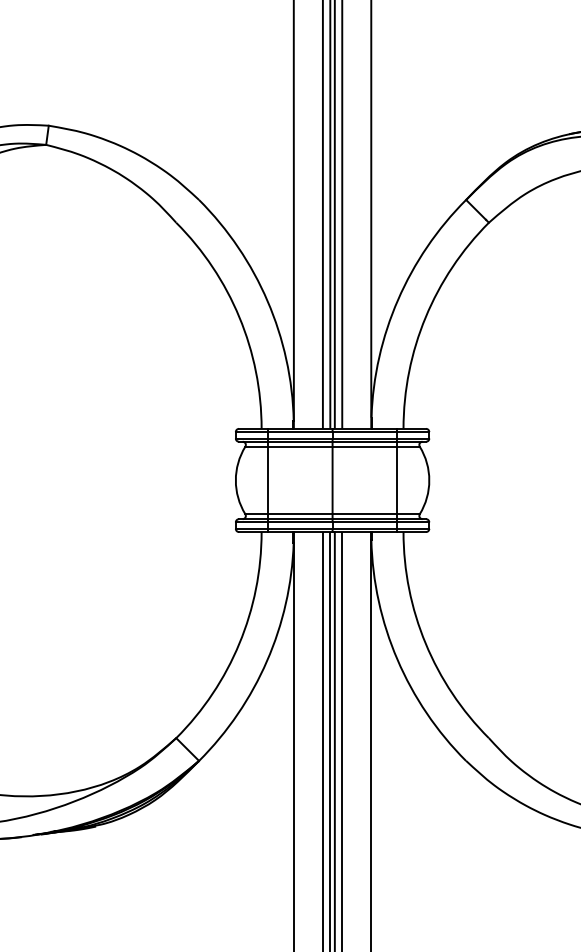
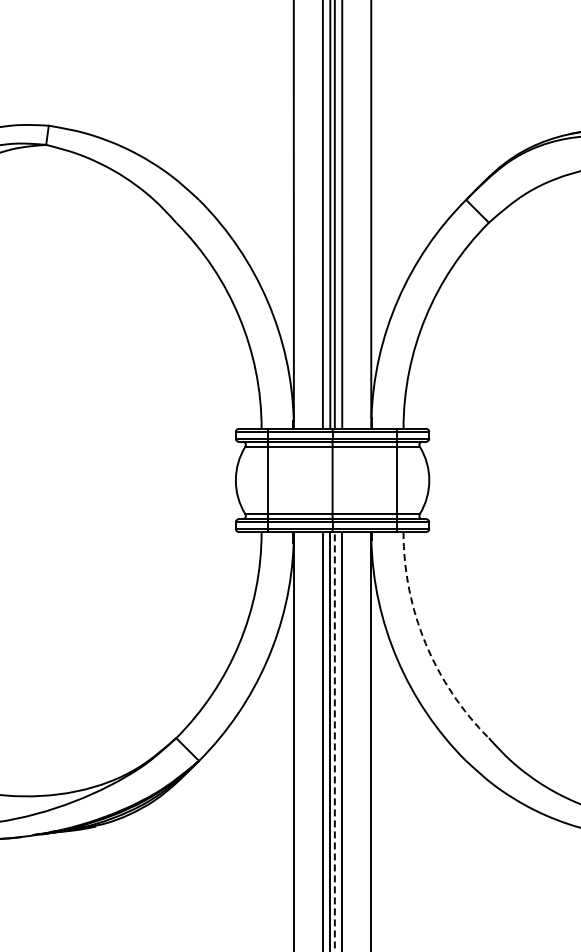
arc at (425, 643): solid -> dashed
line at (334, 741): solid -> dashed
